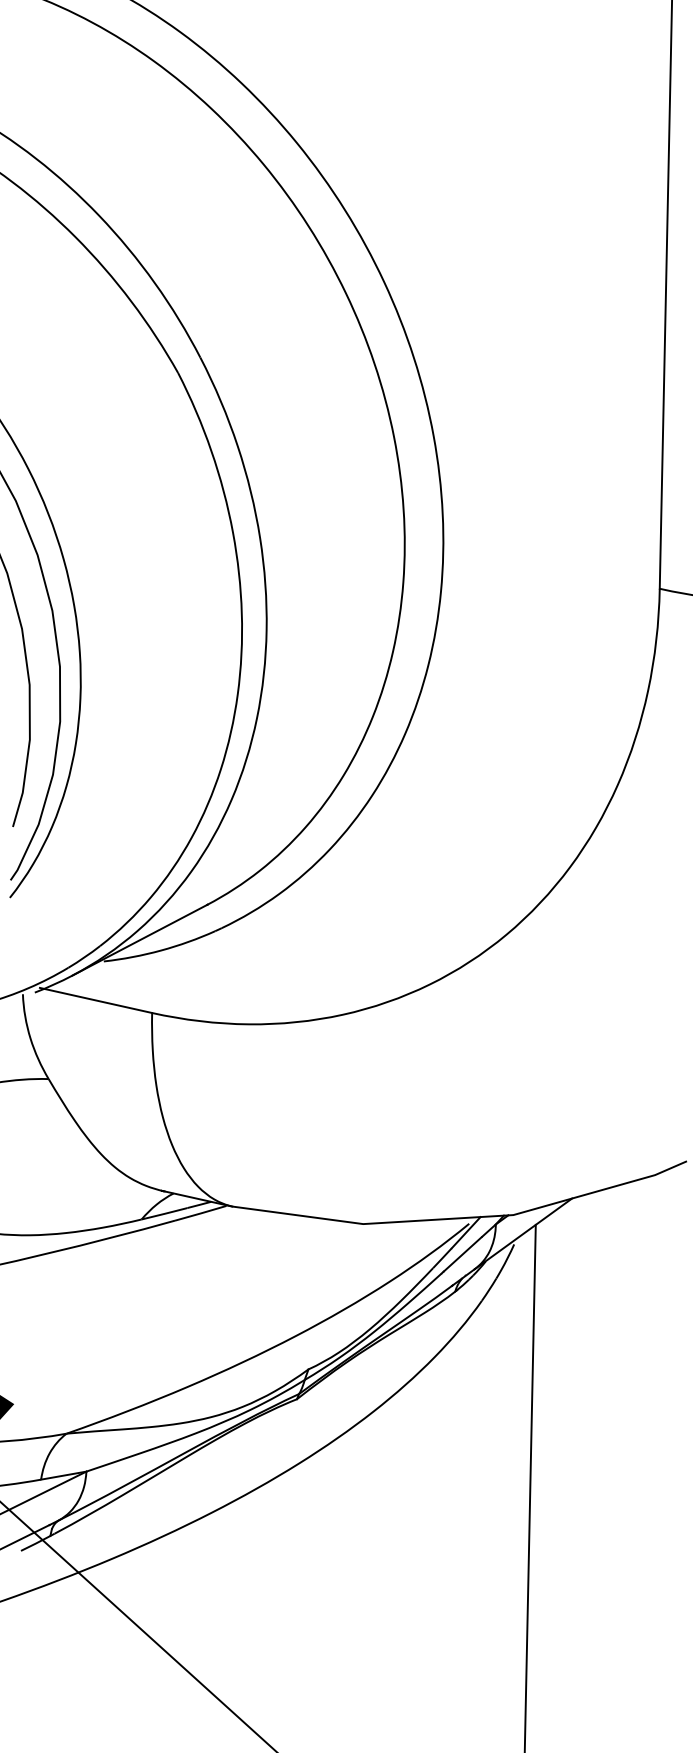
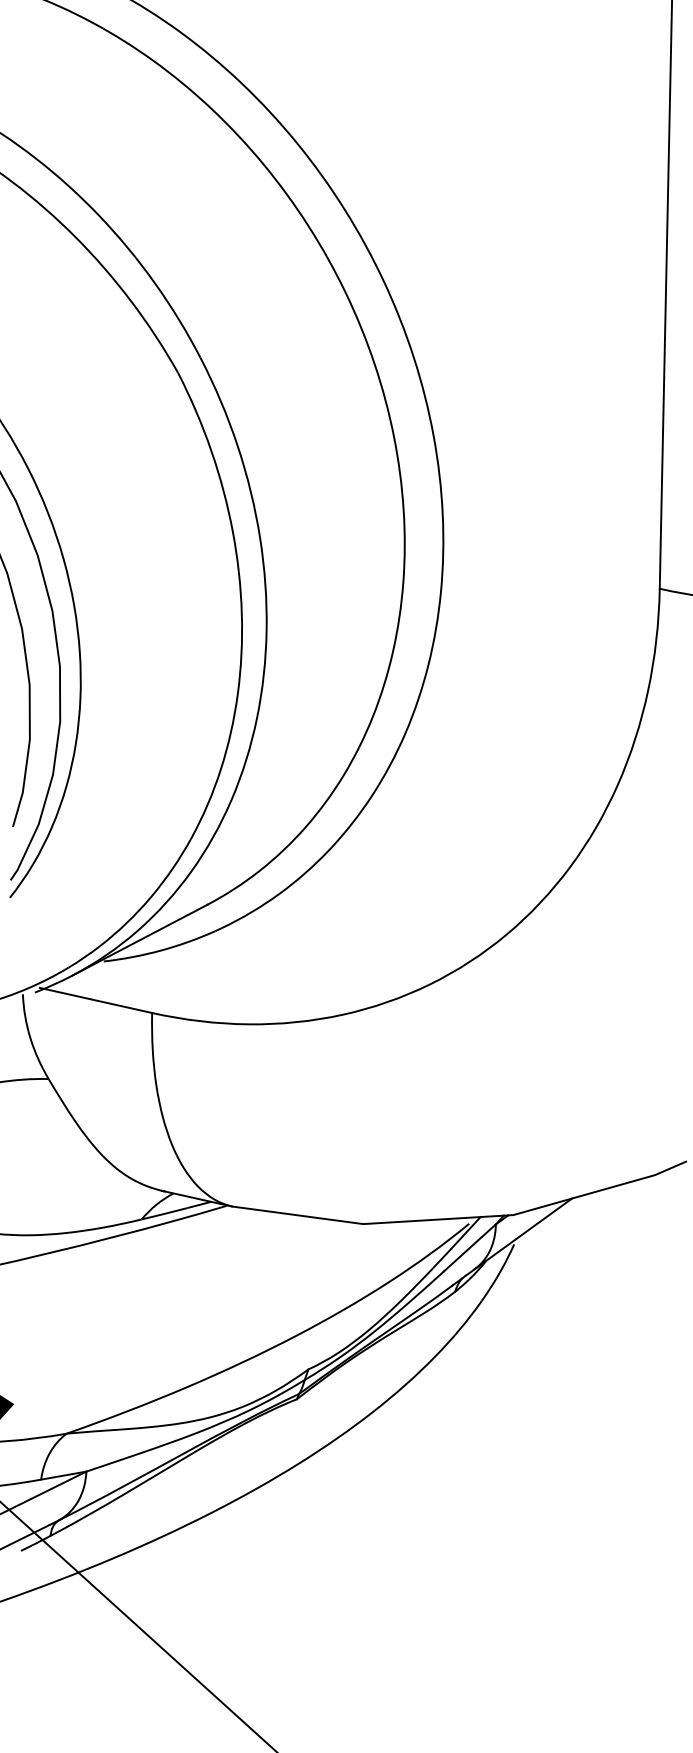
line at (529, 1486): present -> none
